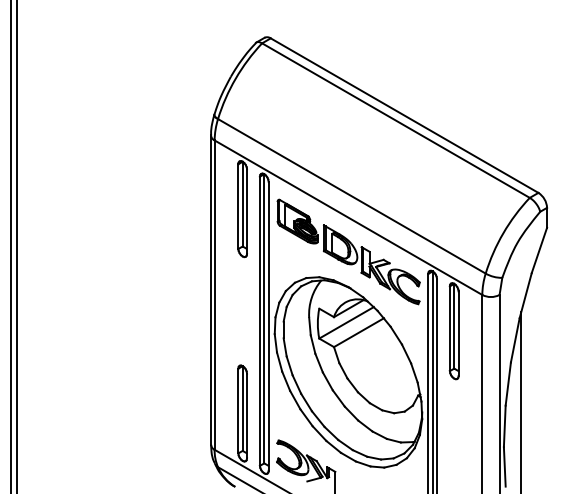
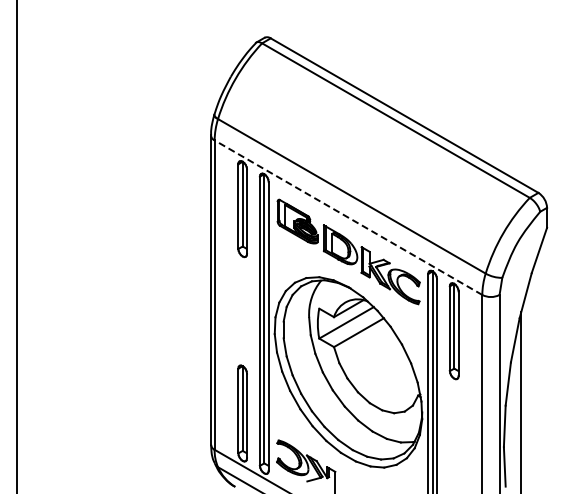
line at (348, 217): solid -> dashed
line at (11, 246): present -> none
